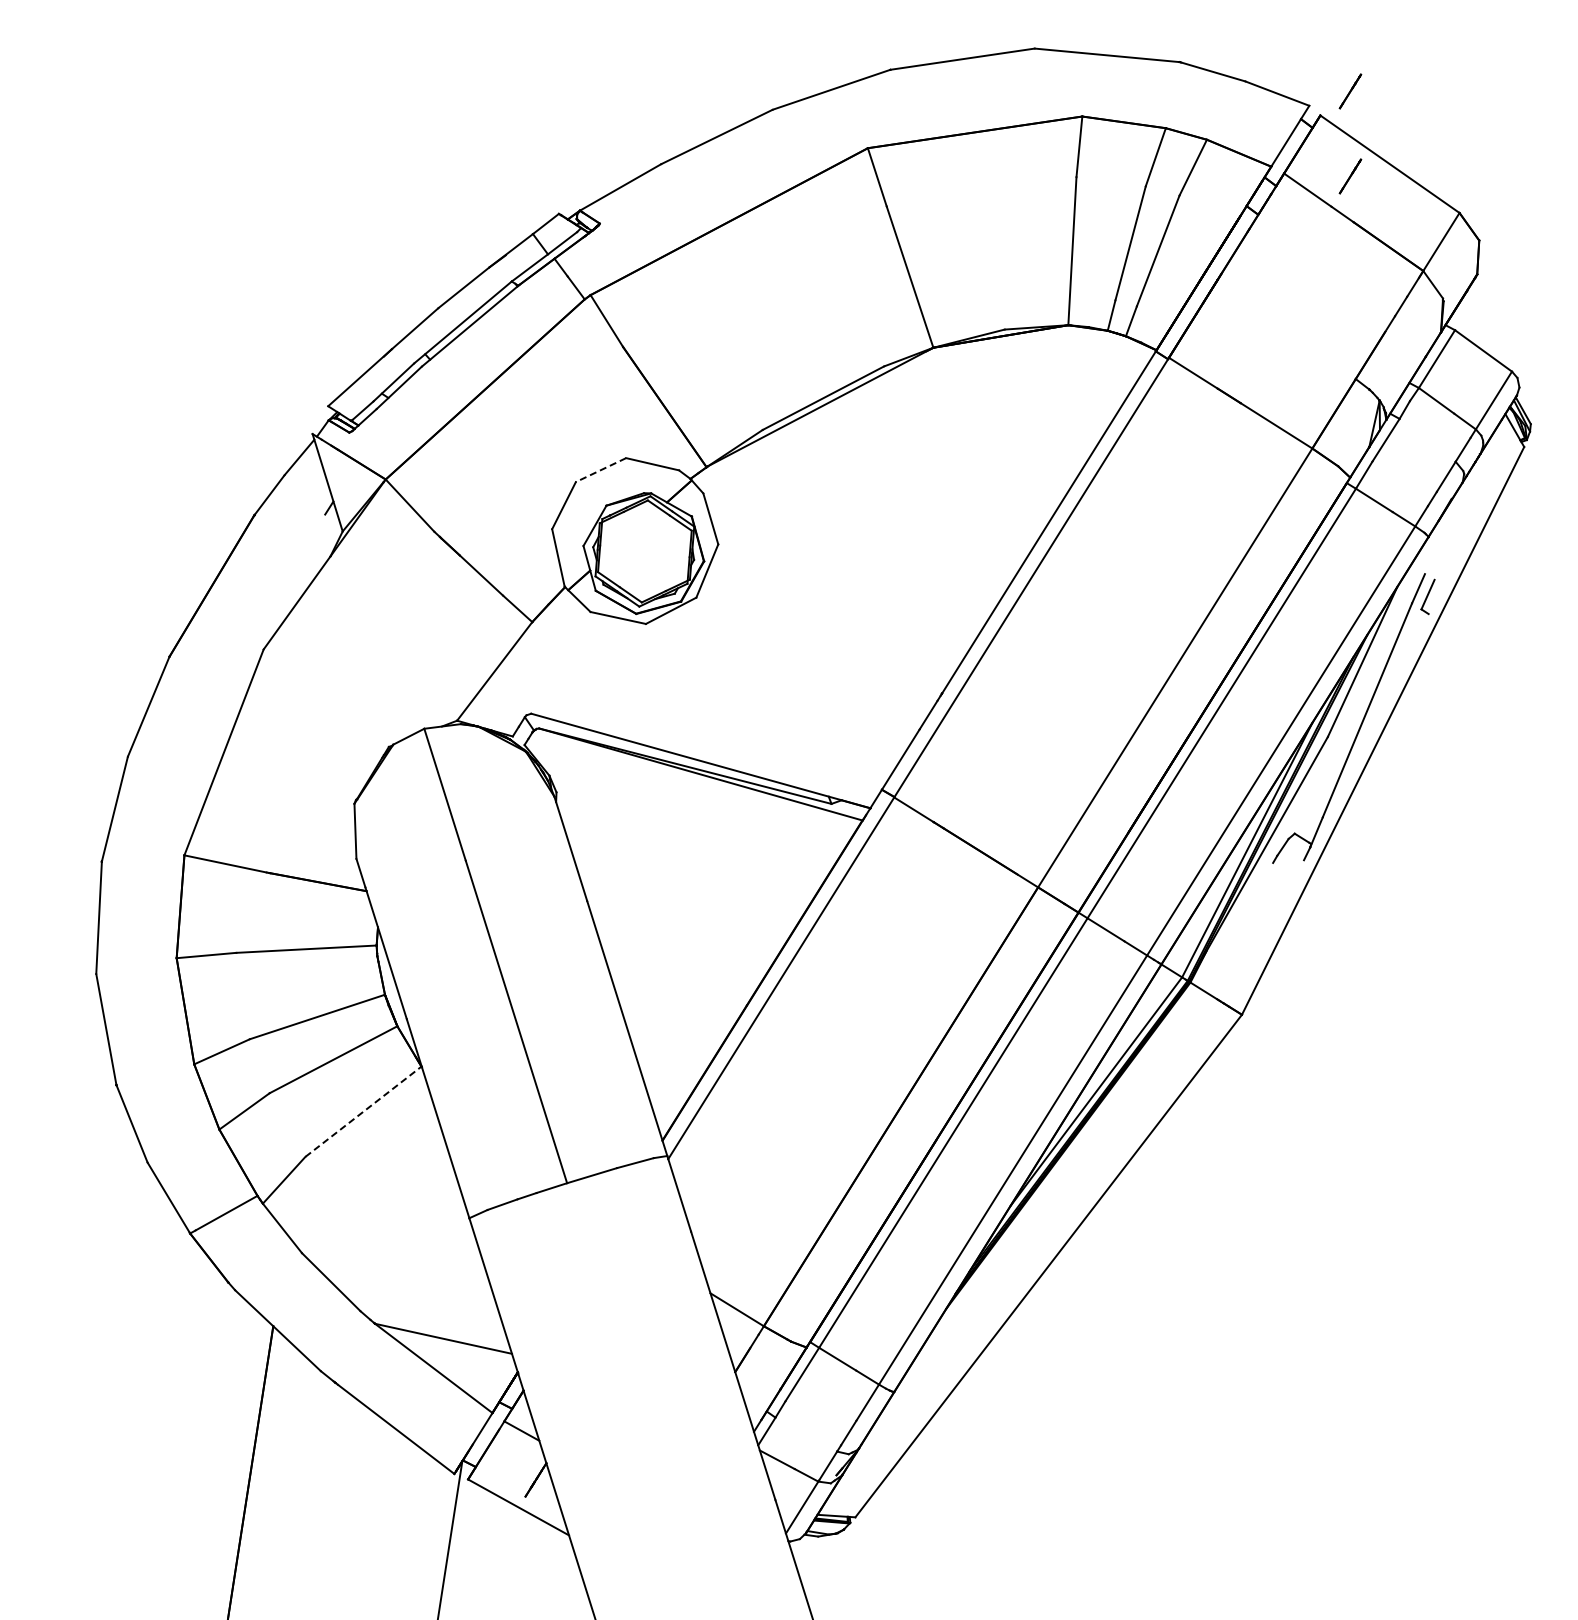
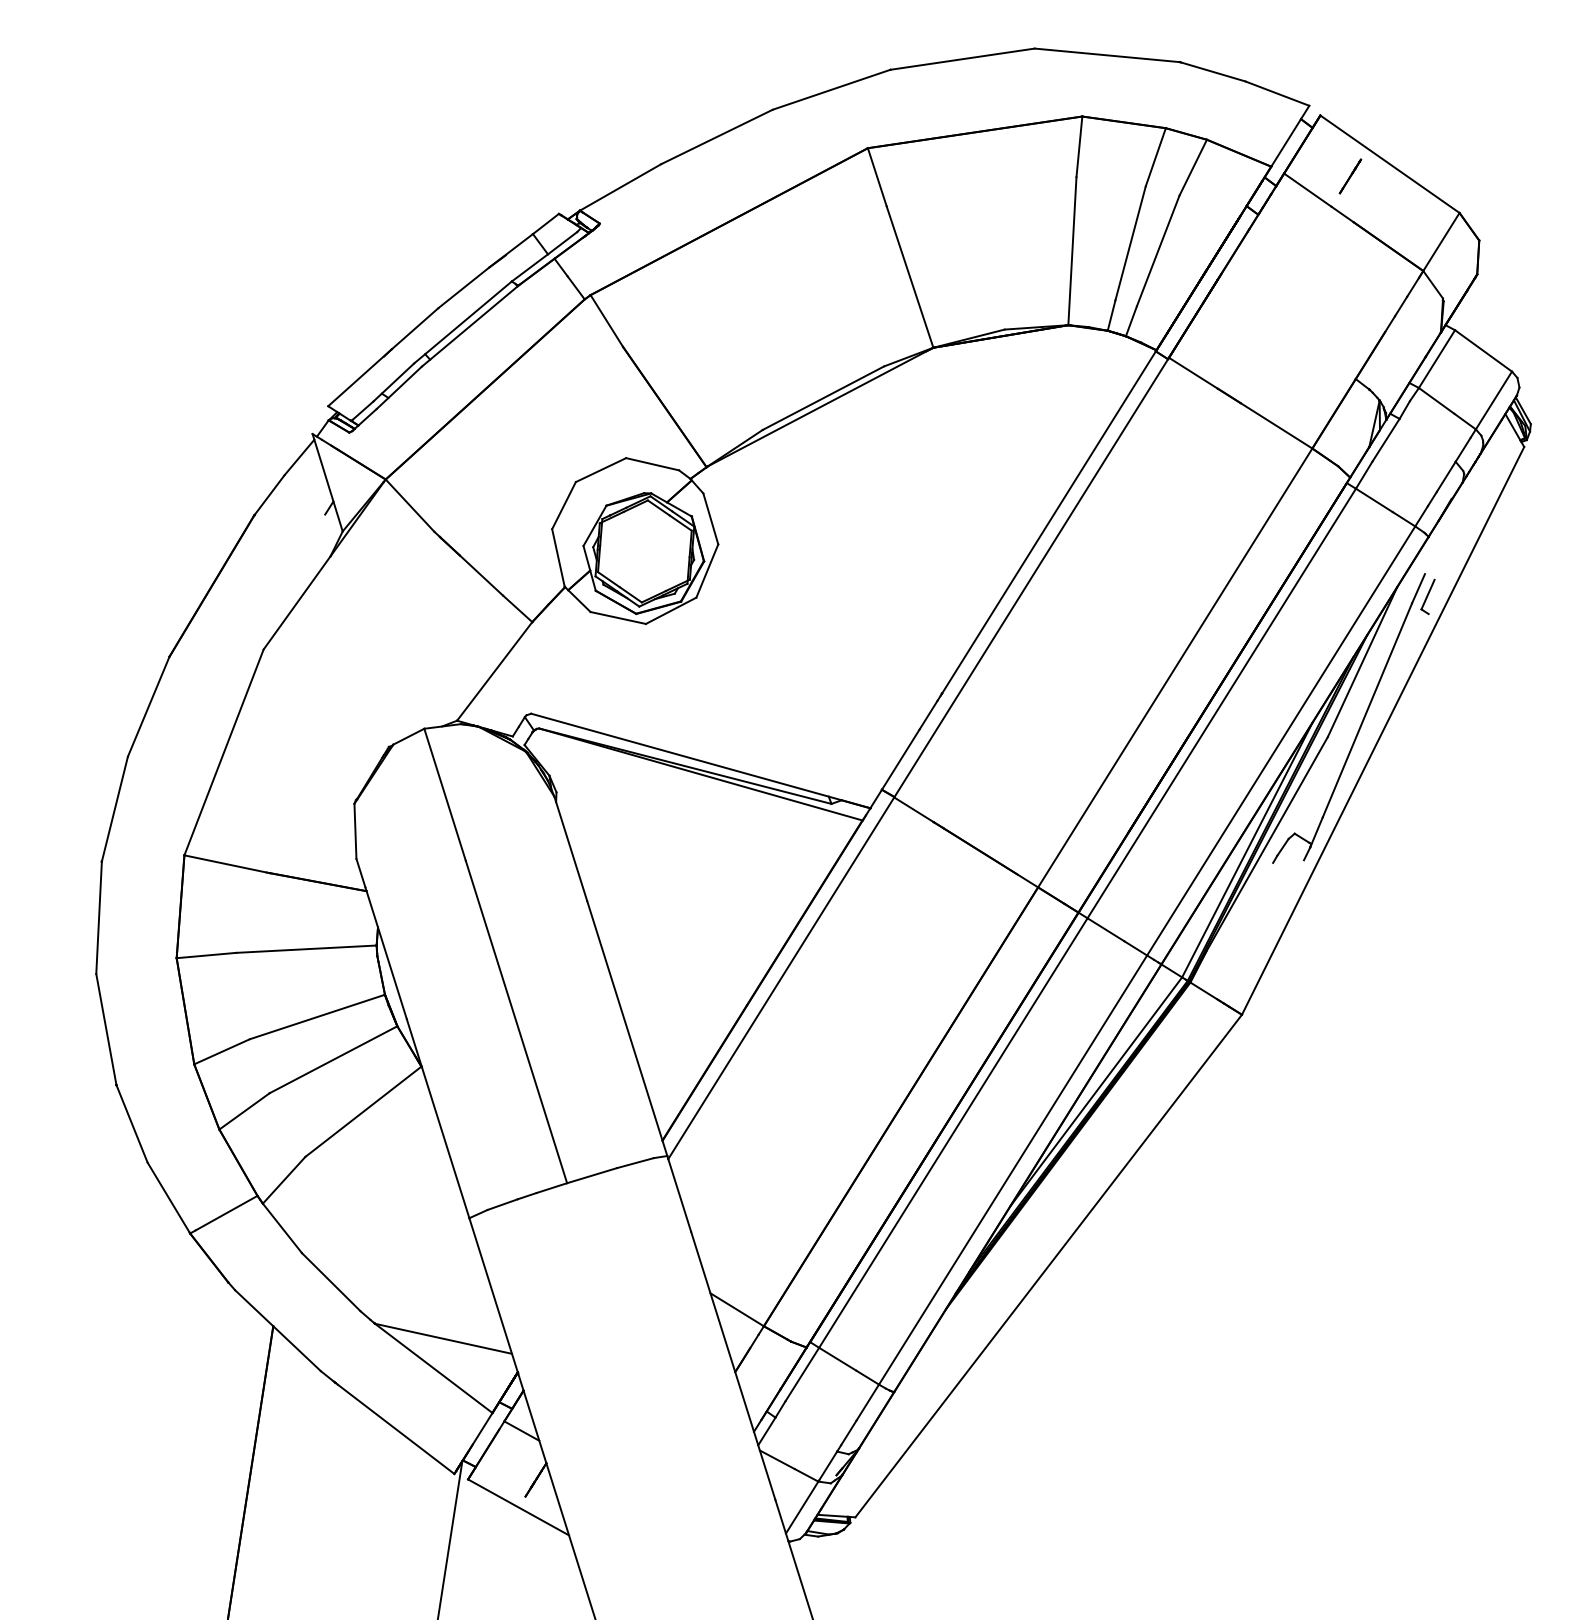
line at (1350, 91): present -> none
line at (601, 470): dashed -> solid
line at (363, 1111): dashed -> solid
